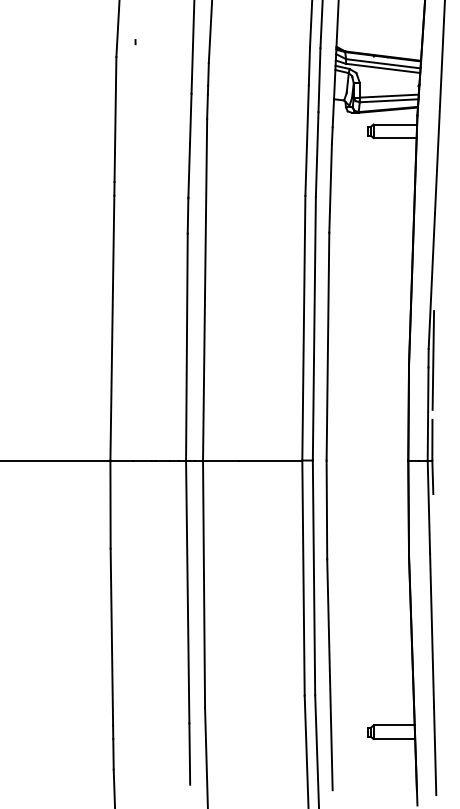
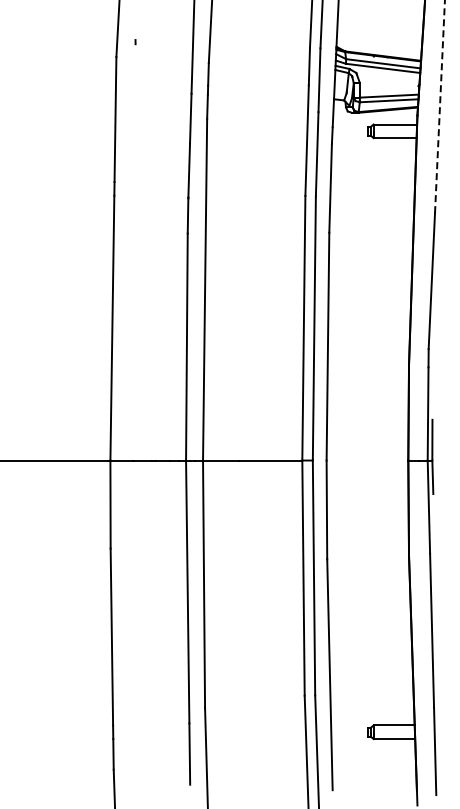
line at (439, 106): solid -> dashed
line at (433, 360): present -> none
